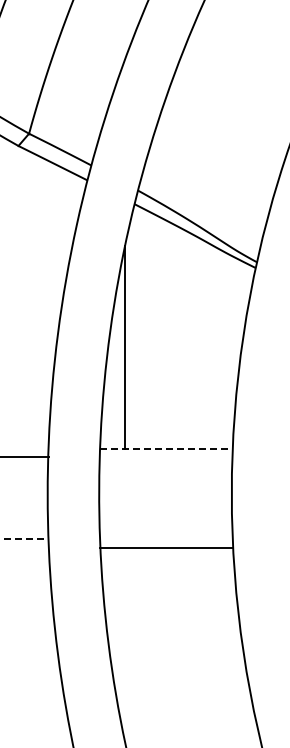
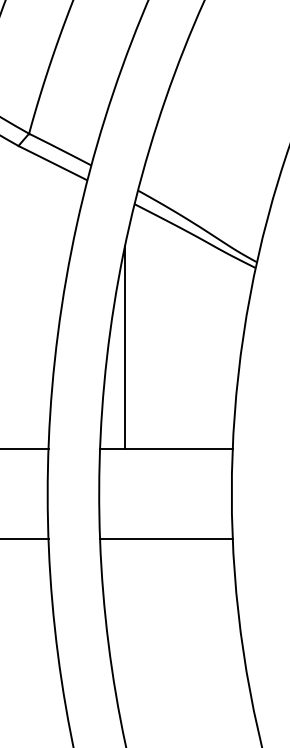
line at (166, 448): dashed -> solid
line at (25, 456) position: (25, 456) -> (25, 448)
line at (24, 538): dashed -> solid
line at (166, 547) position: (166, 547) -> (166, 538)
